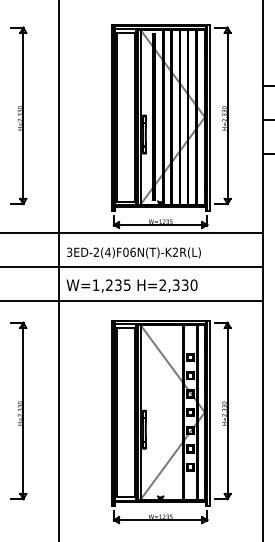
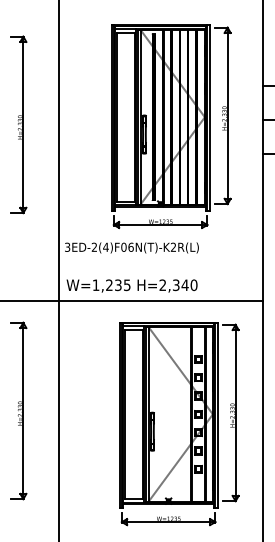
part at (18, 115) position: (18, 115) -> (18, 124)
line at (132, 233): present -> none
text at (133, 252) position: (133, 252) -> (131, 247)
line at (132, 267): present -> none
text at (184, 285): H=2,330 -> H=2,340
part at (171, 422) position: (171, 422) -> (179, 424)
